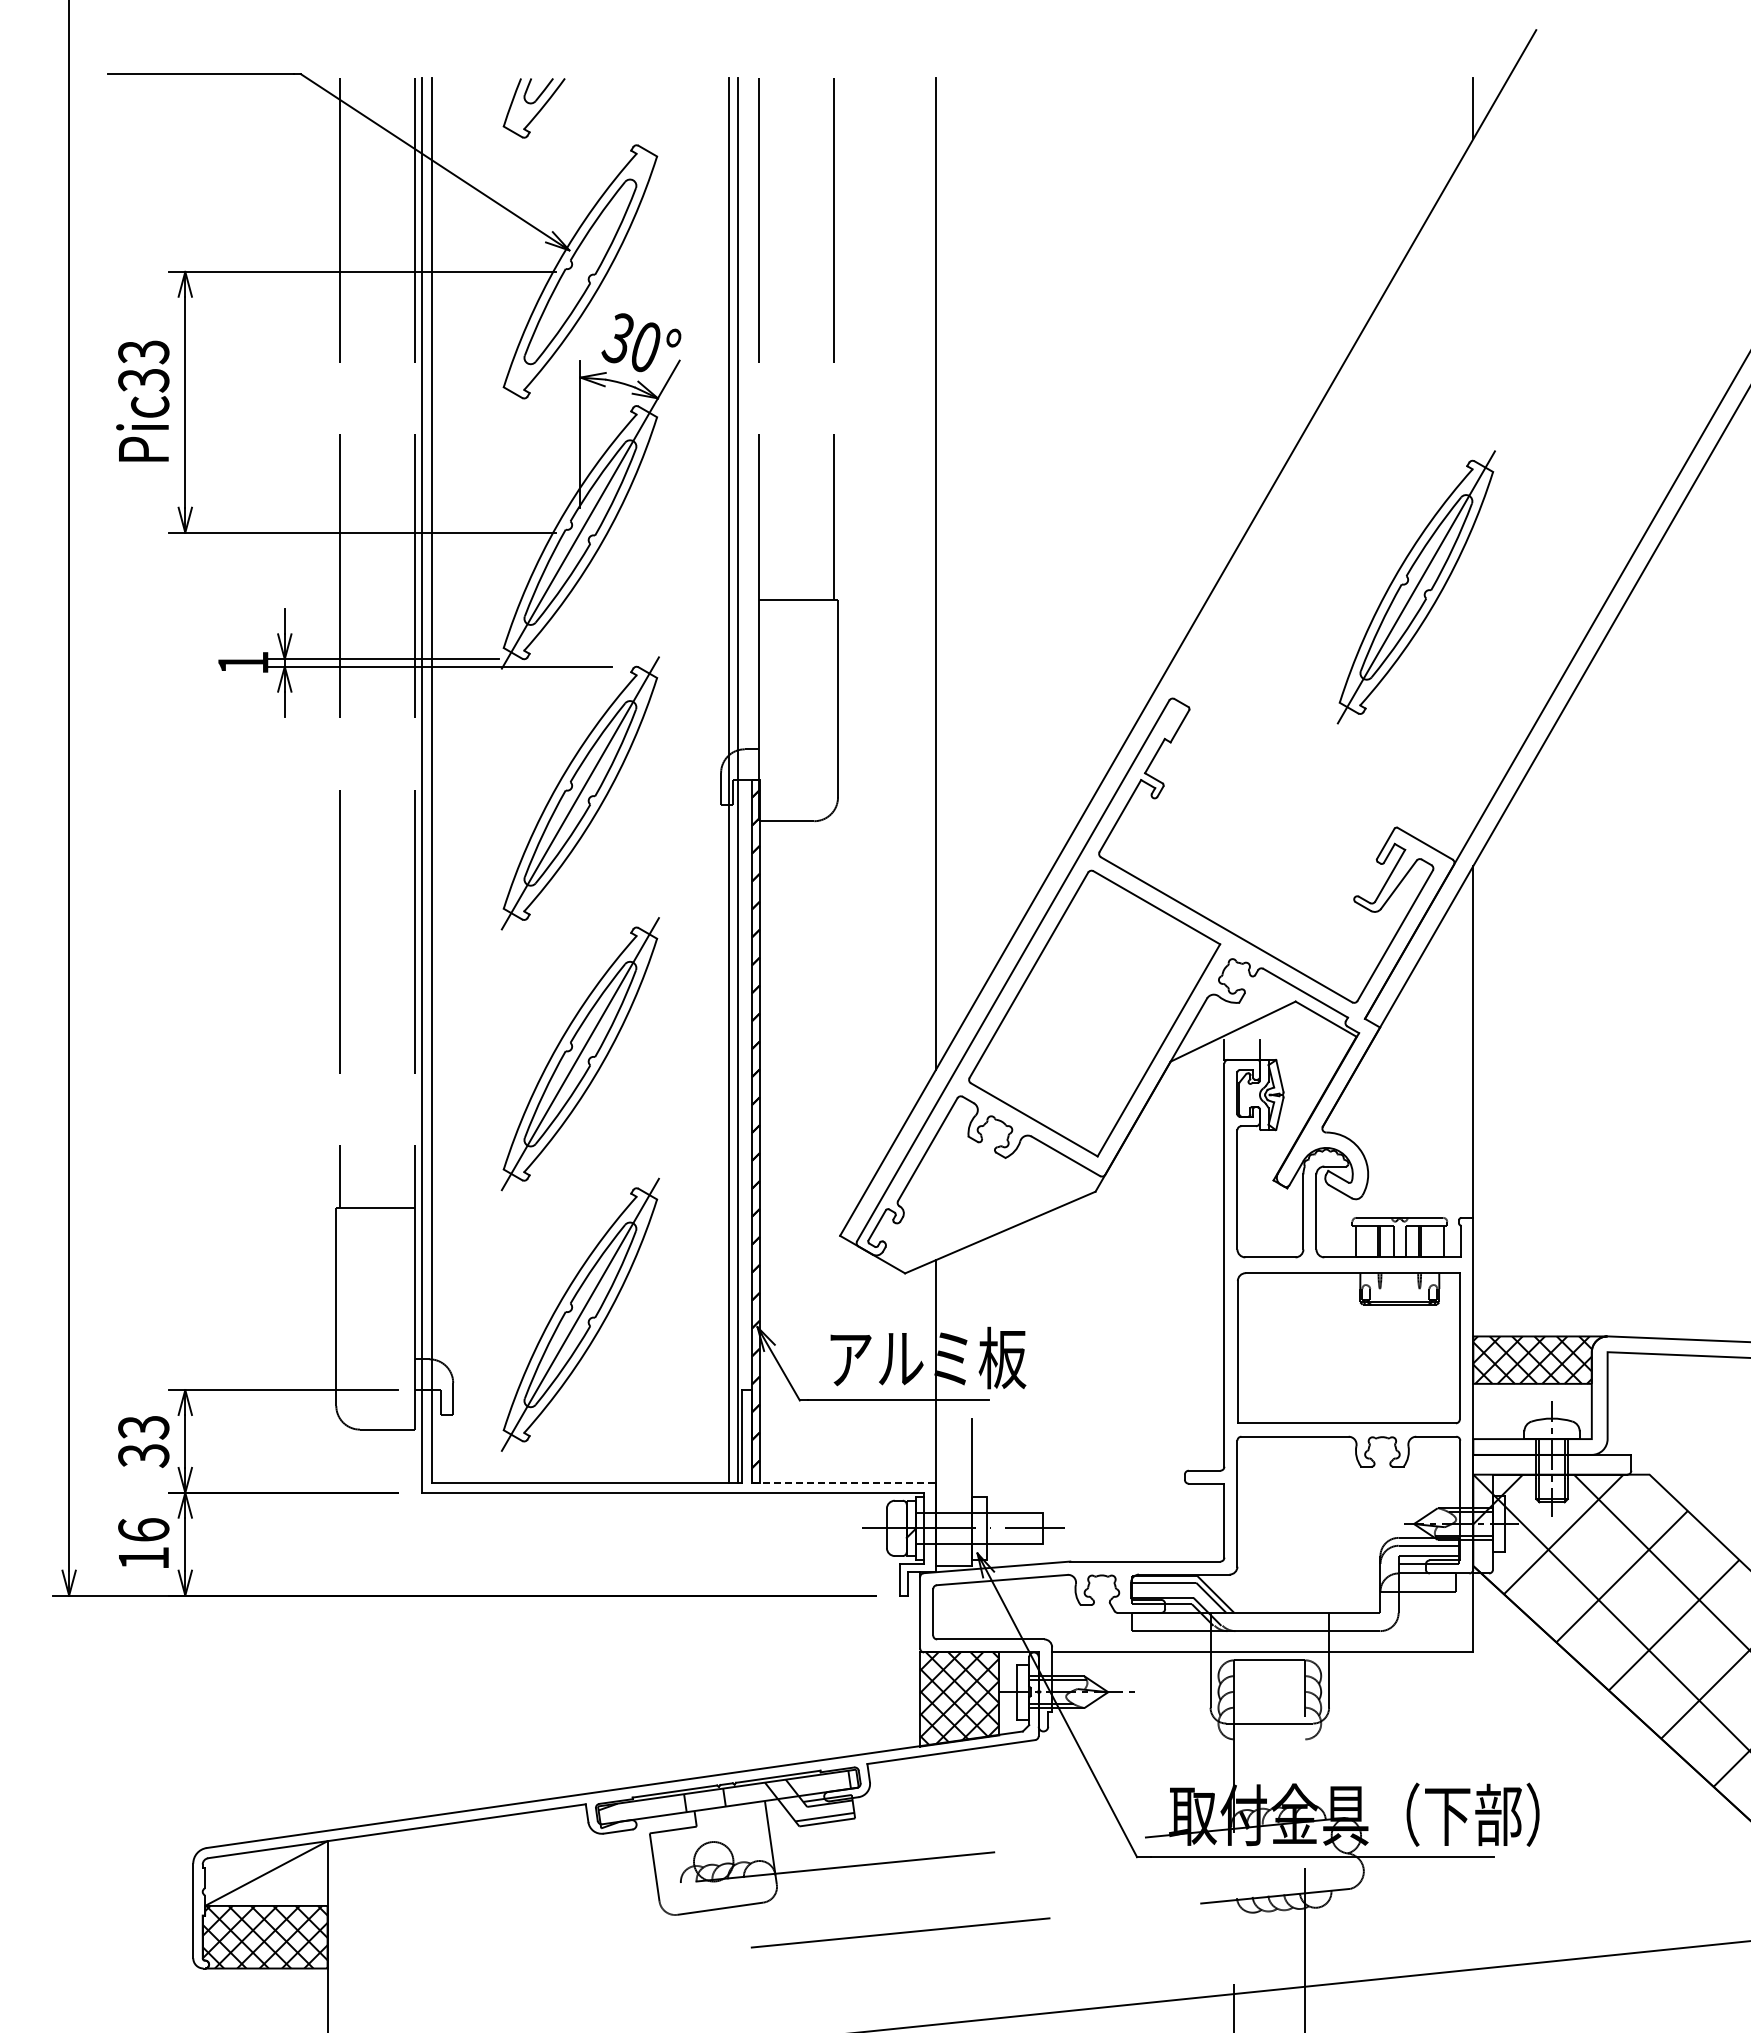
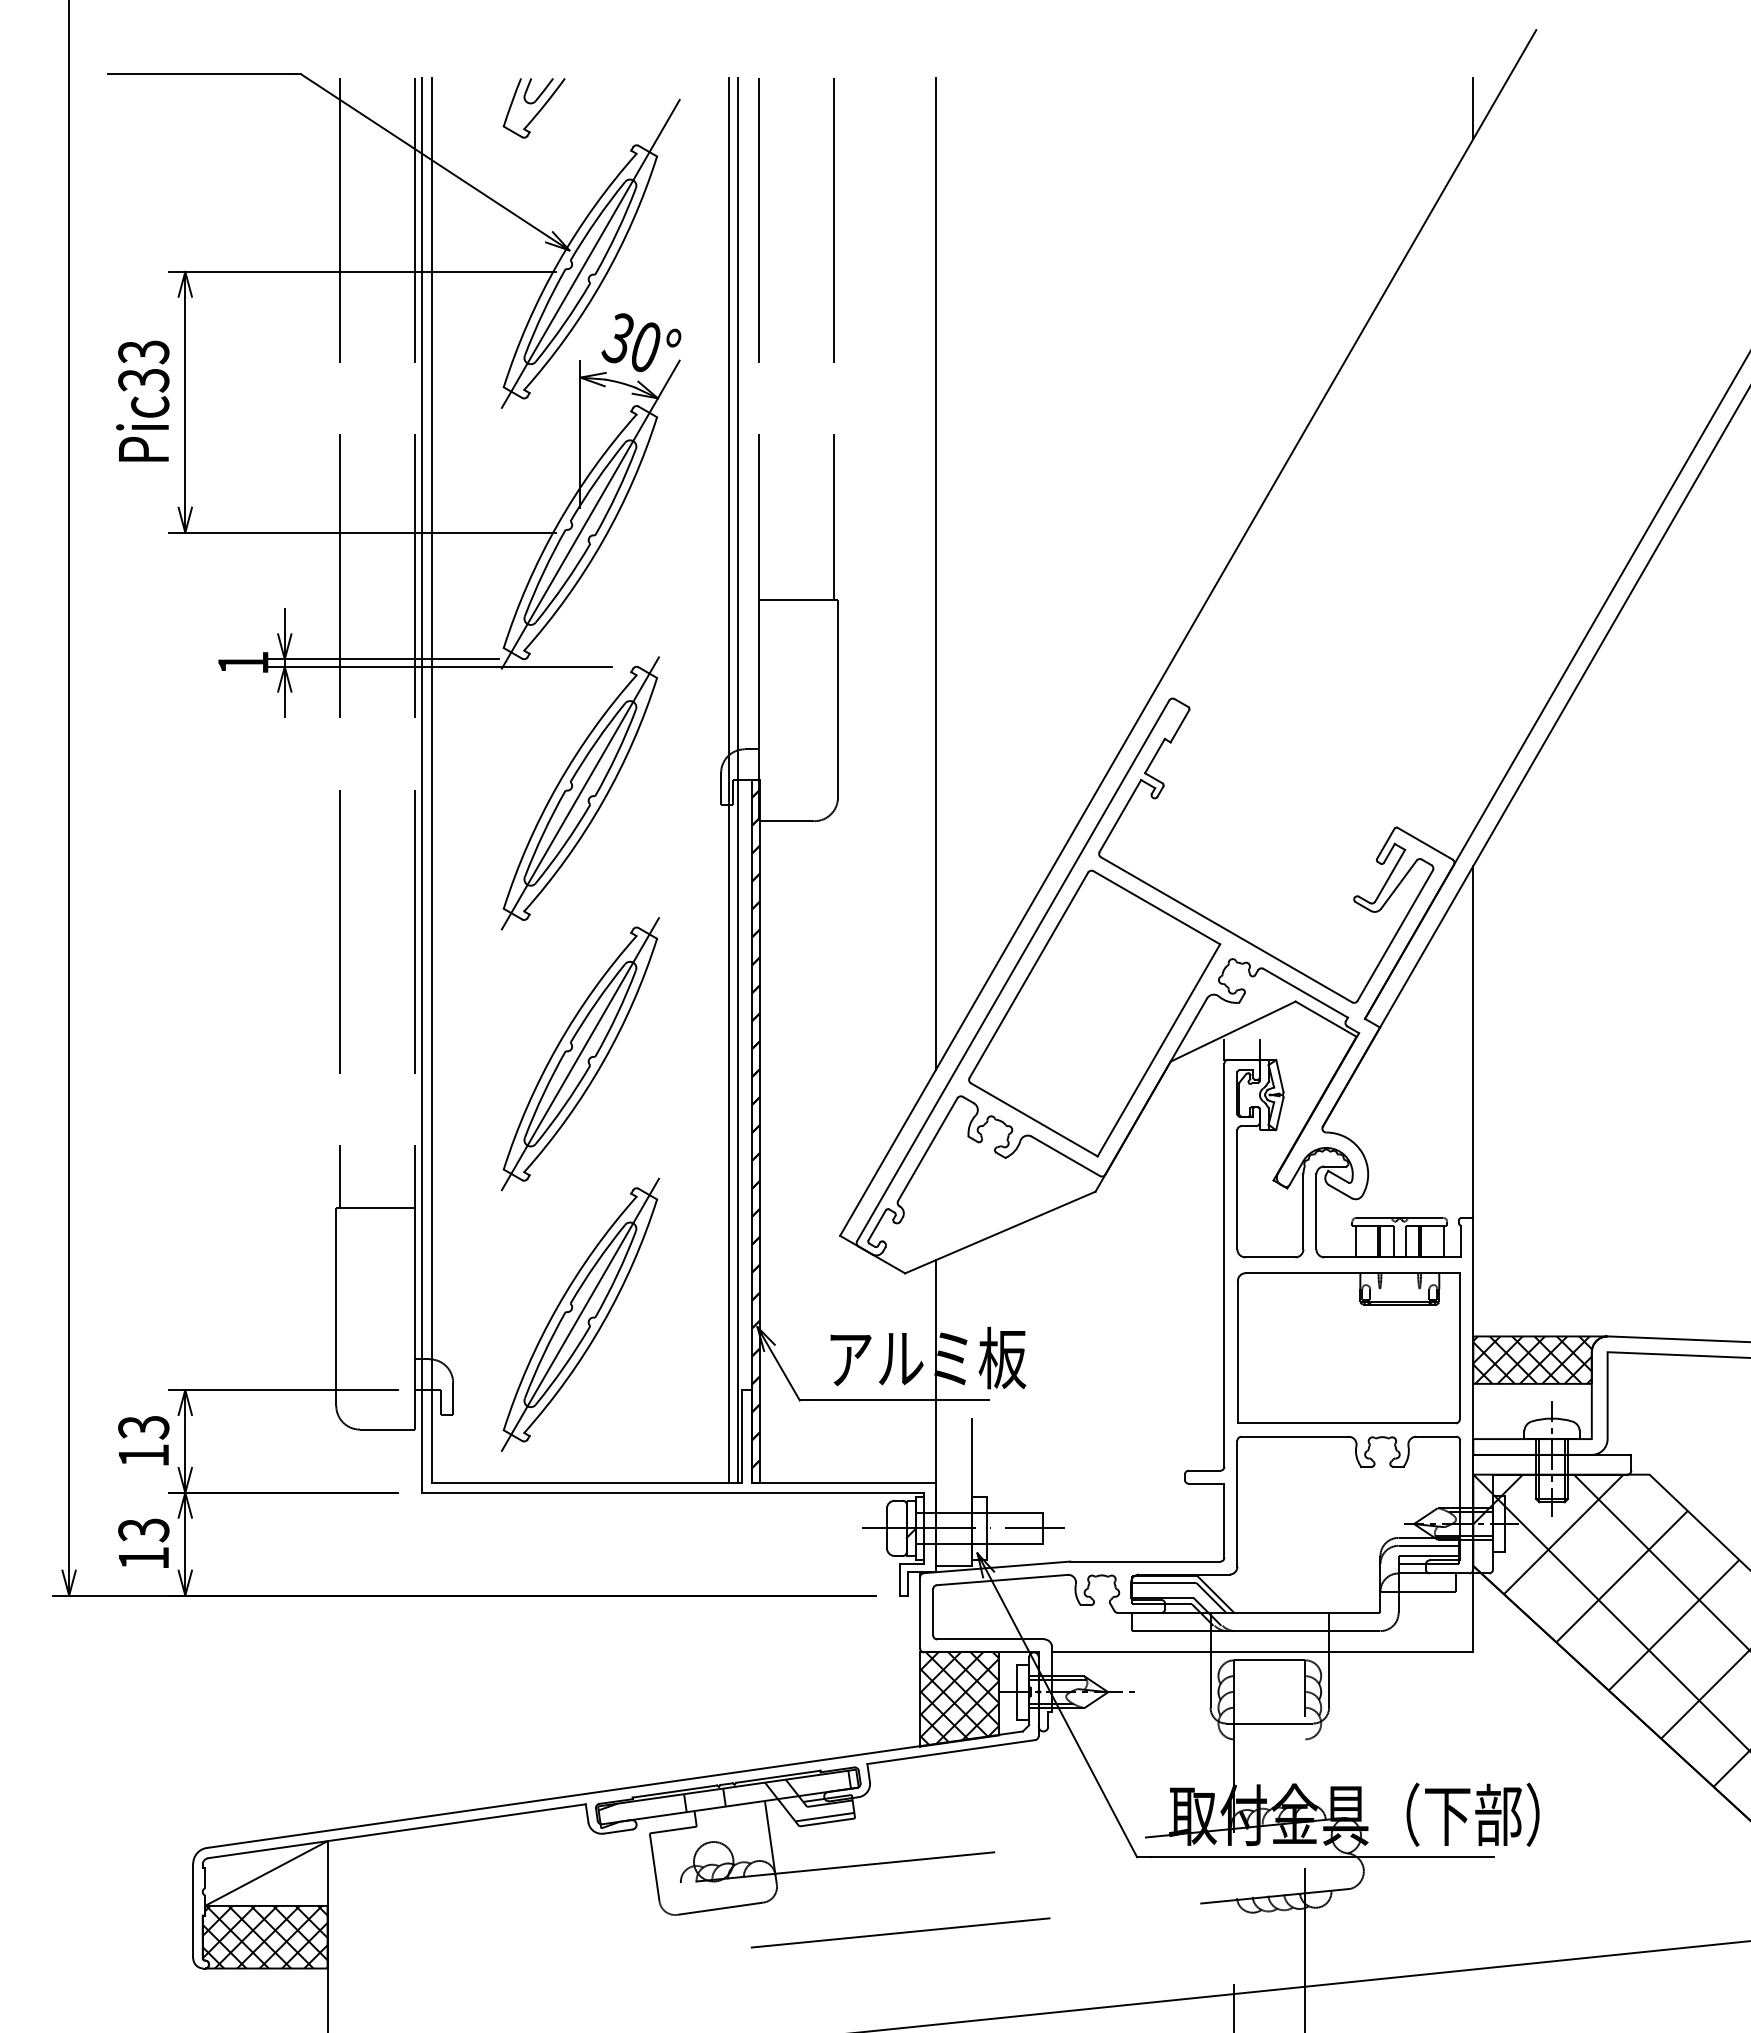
line at (590, 253): none -> present
part at (1415, 587): present -> none
text at (143, 1456): 33 -> 13
line at (844, 1483): dashed -> solid
text at (143, 1530): 16 -> 13
